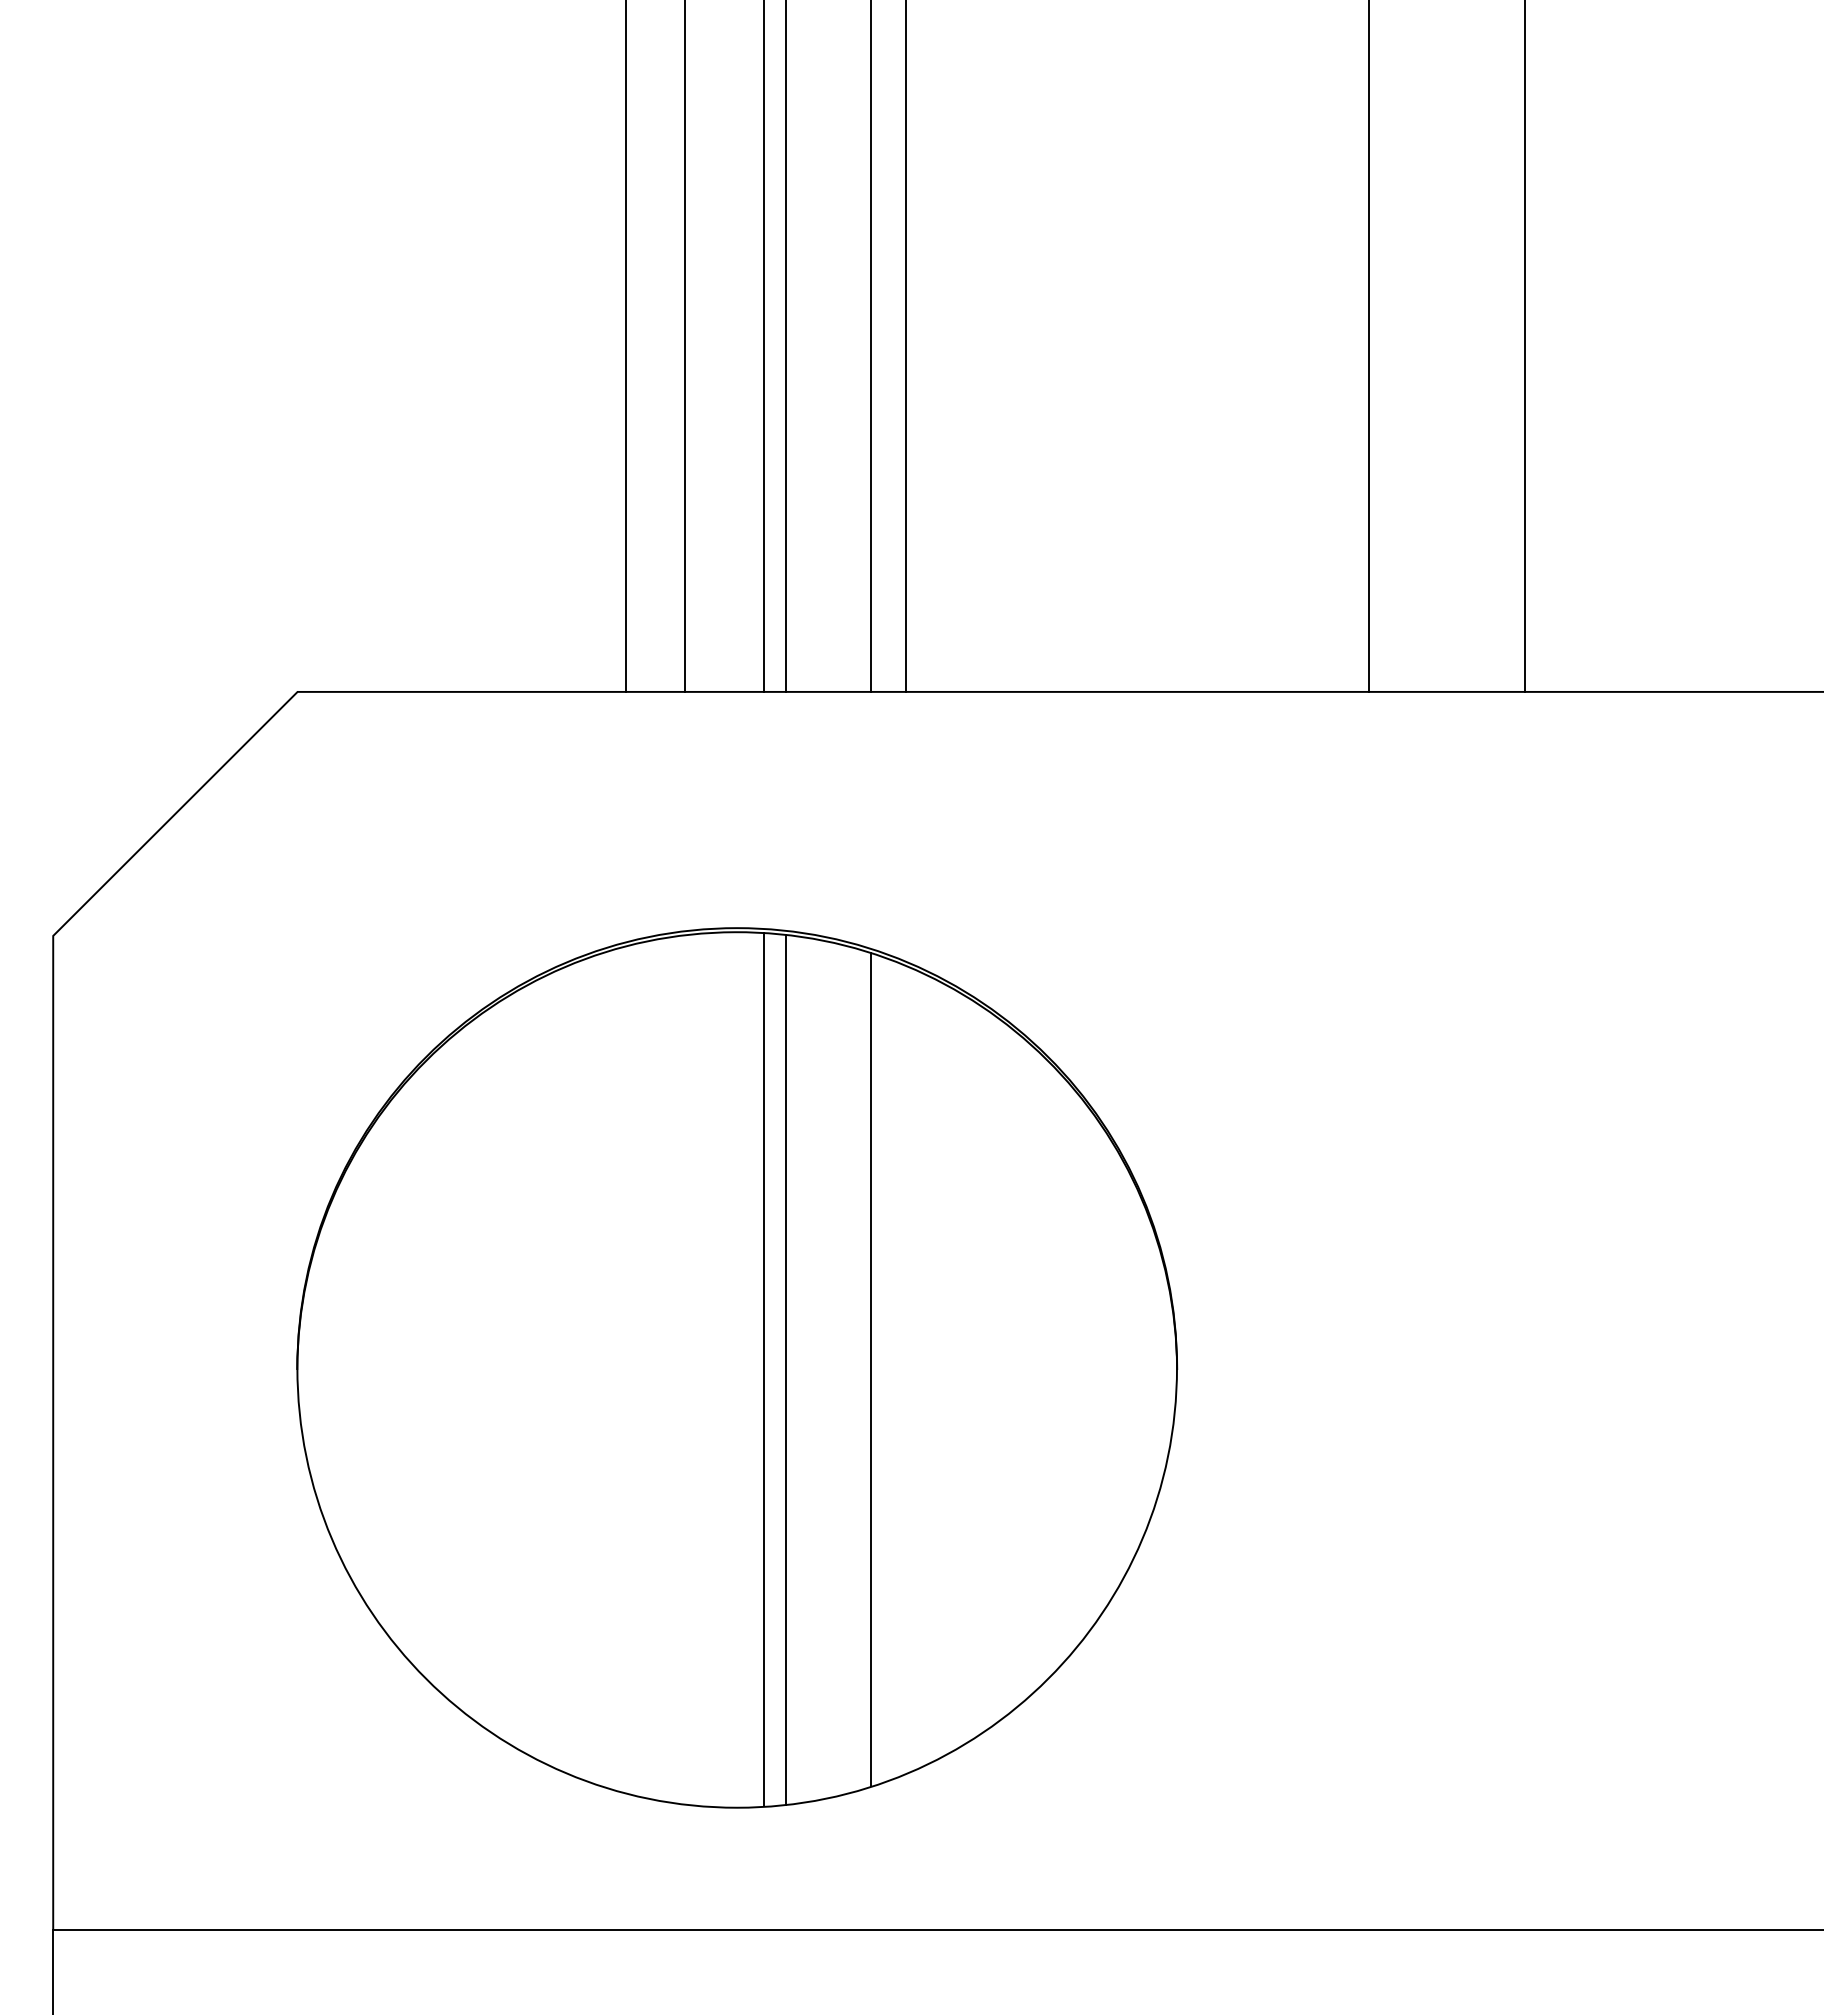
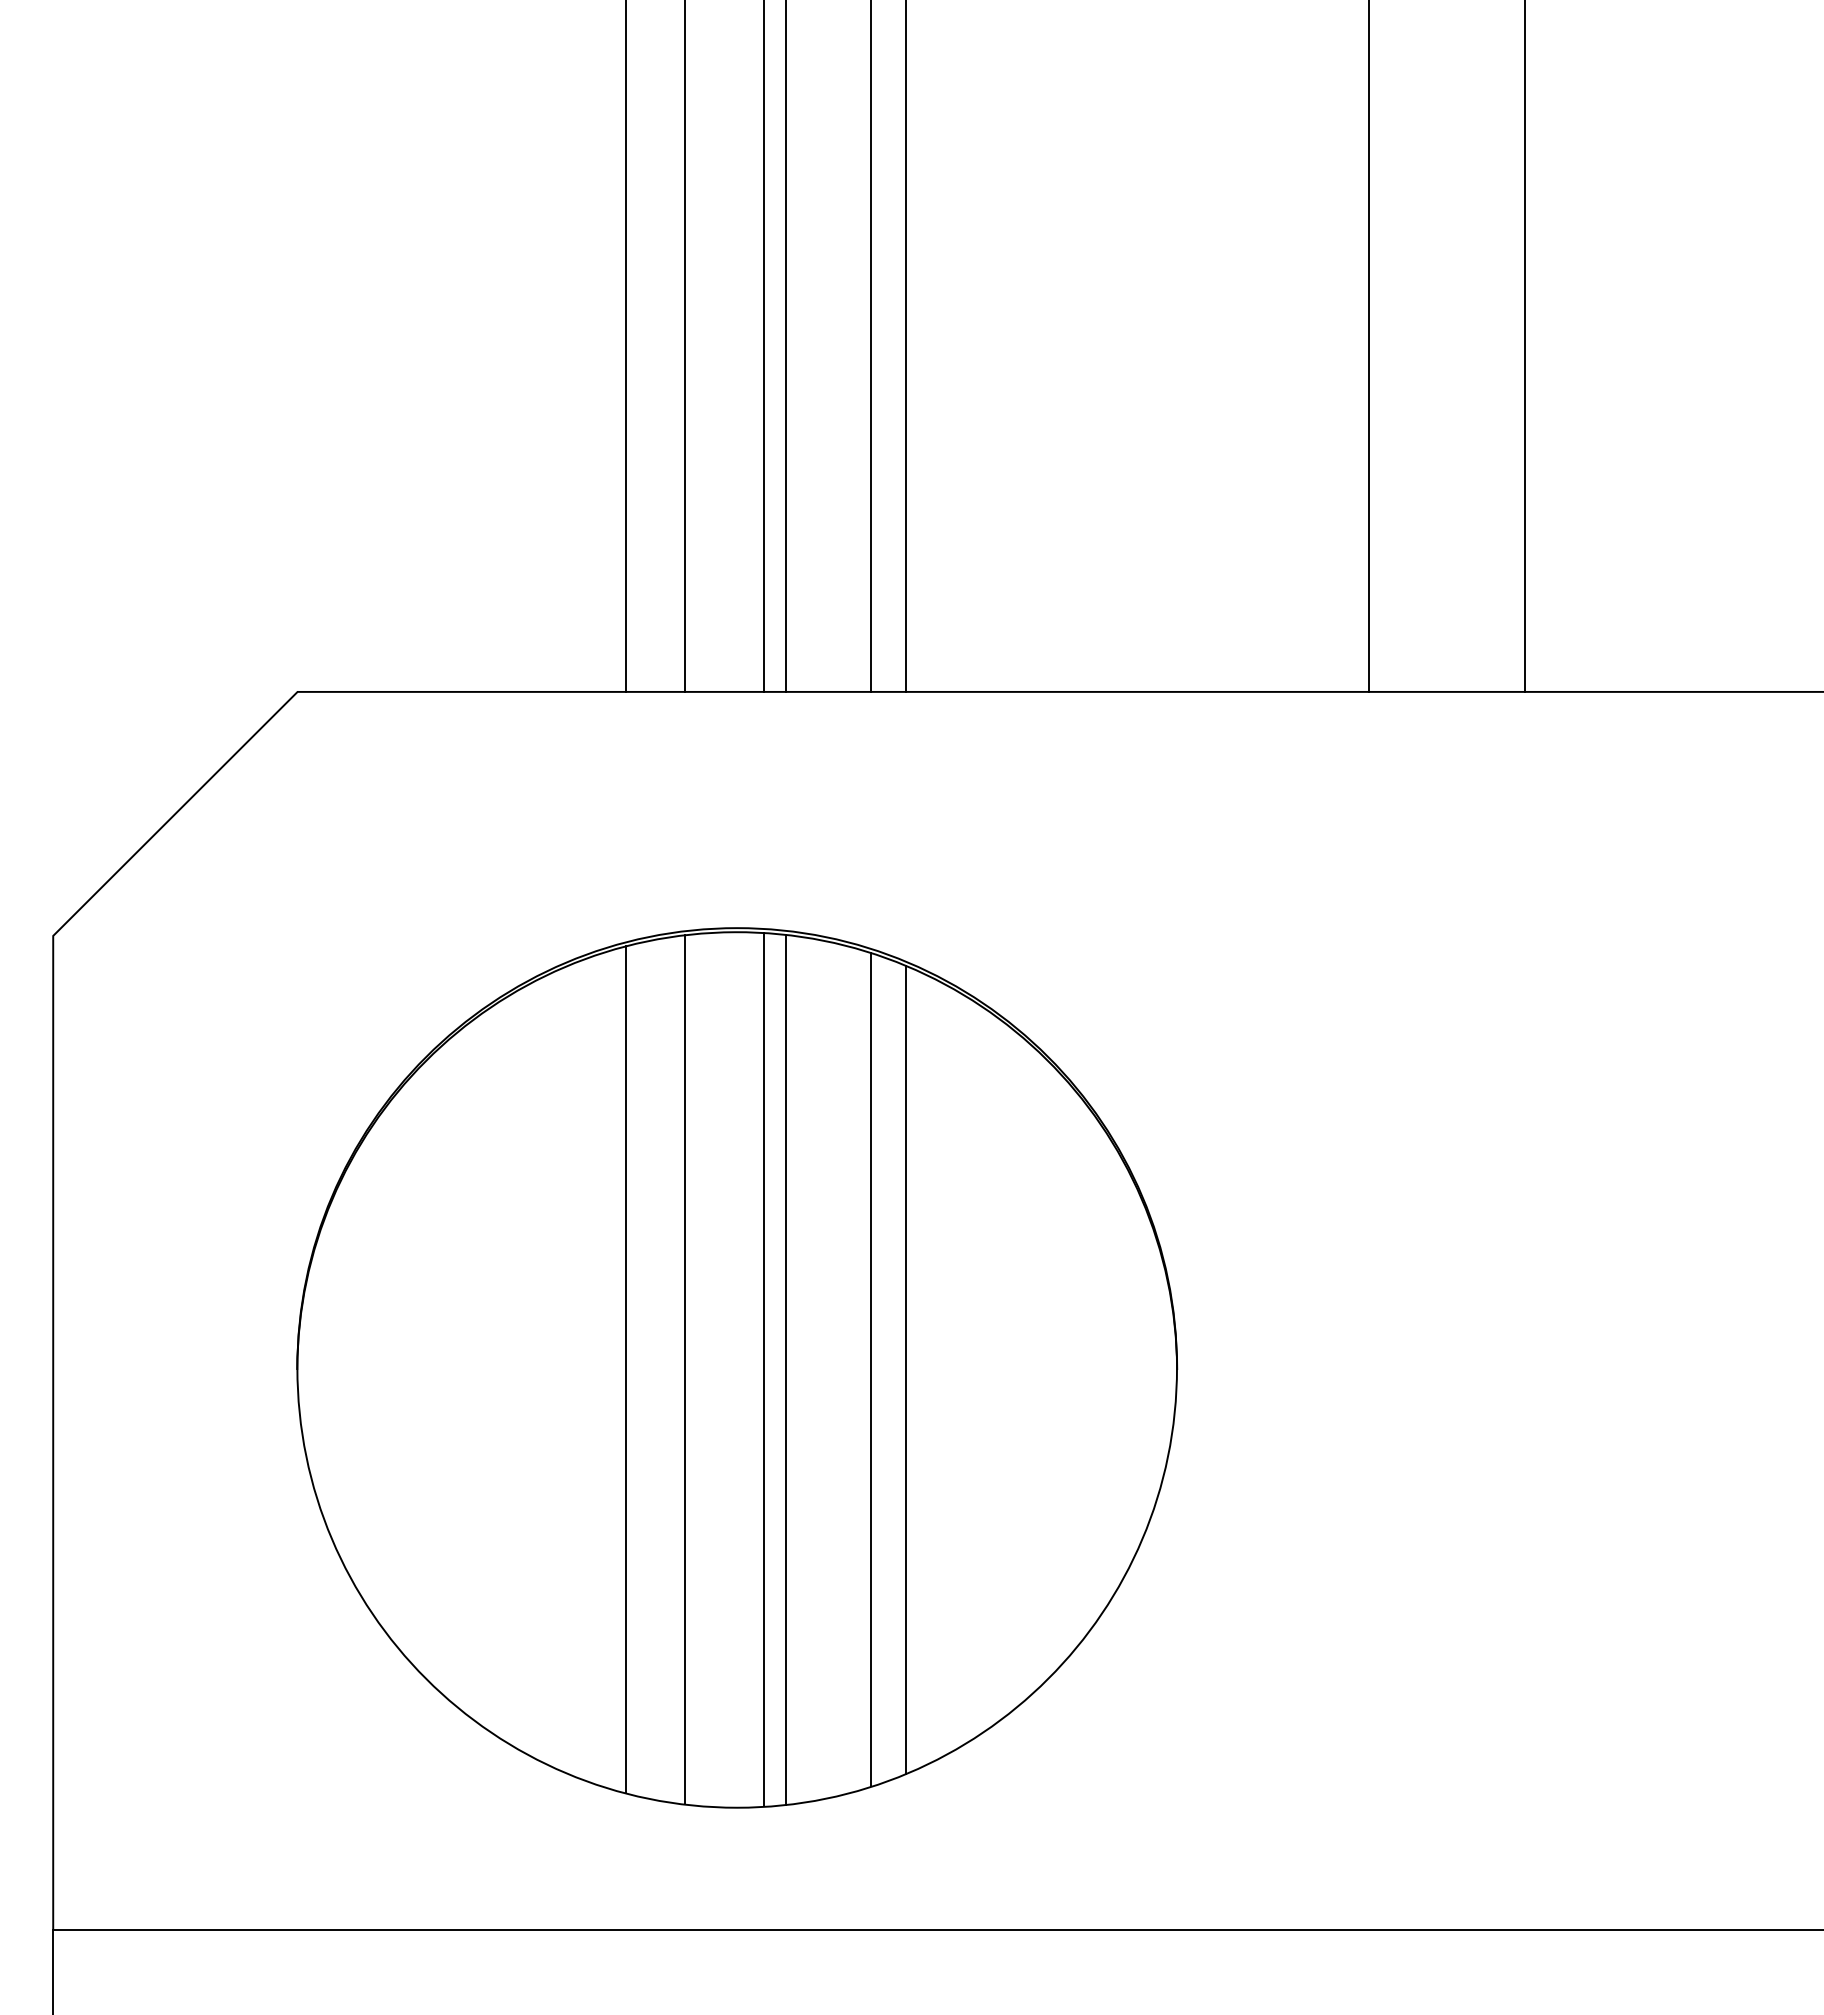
line at (625, 1369): none -> present
line at (685, 1369): none -> present
line at (905, 1369): none -> present
